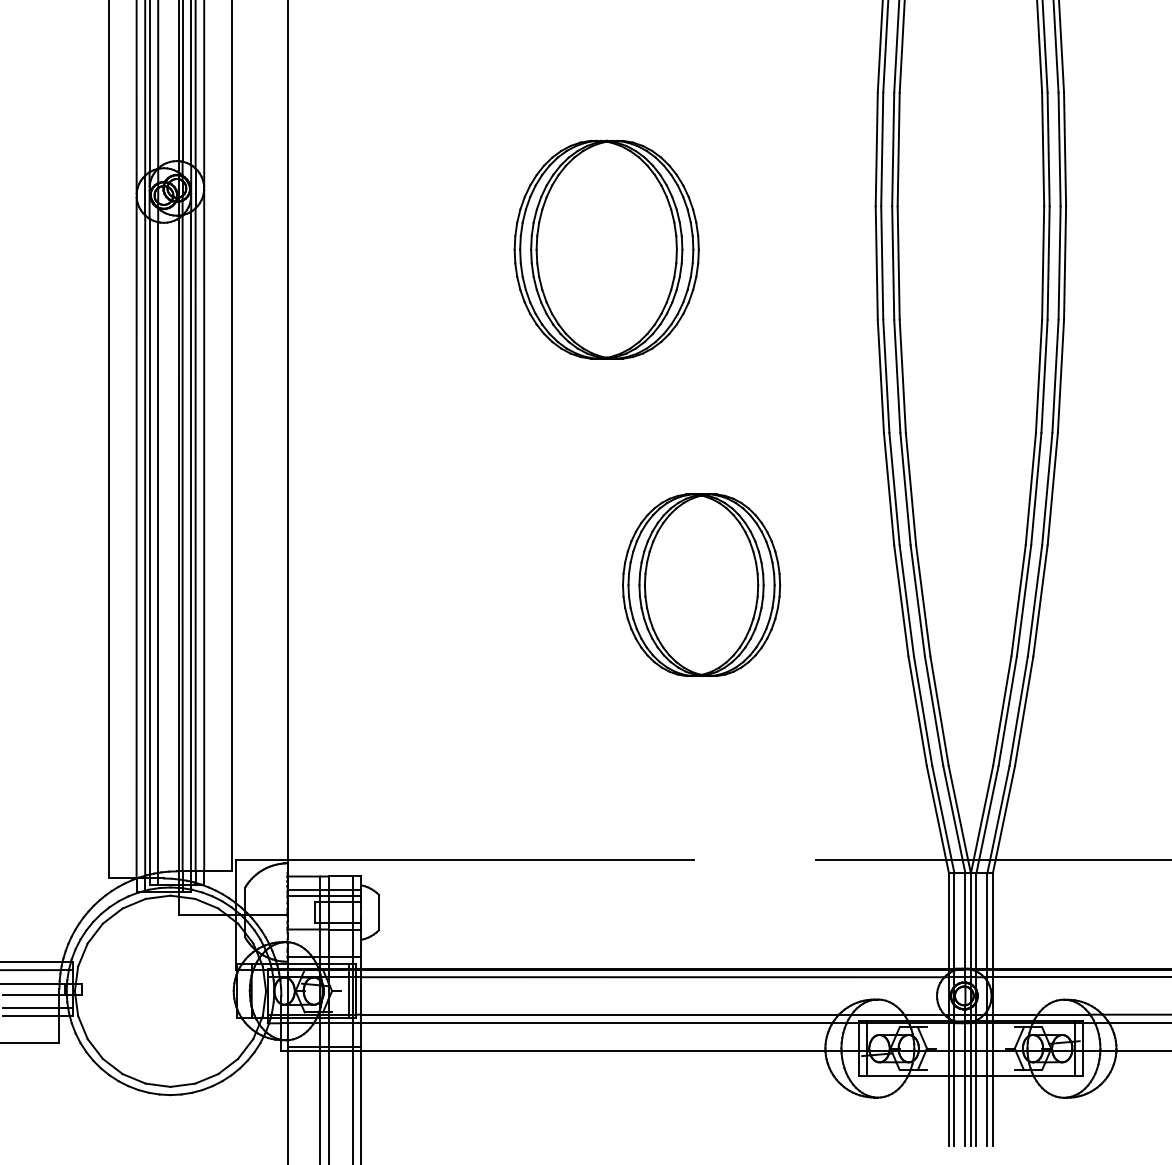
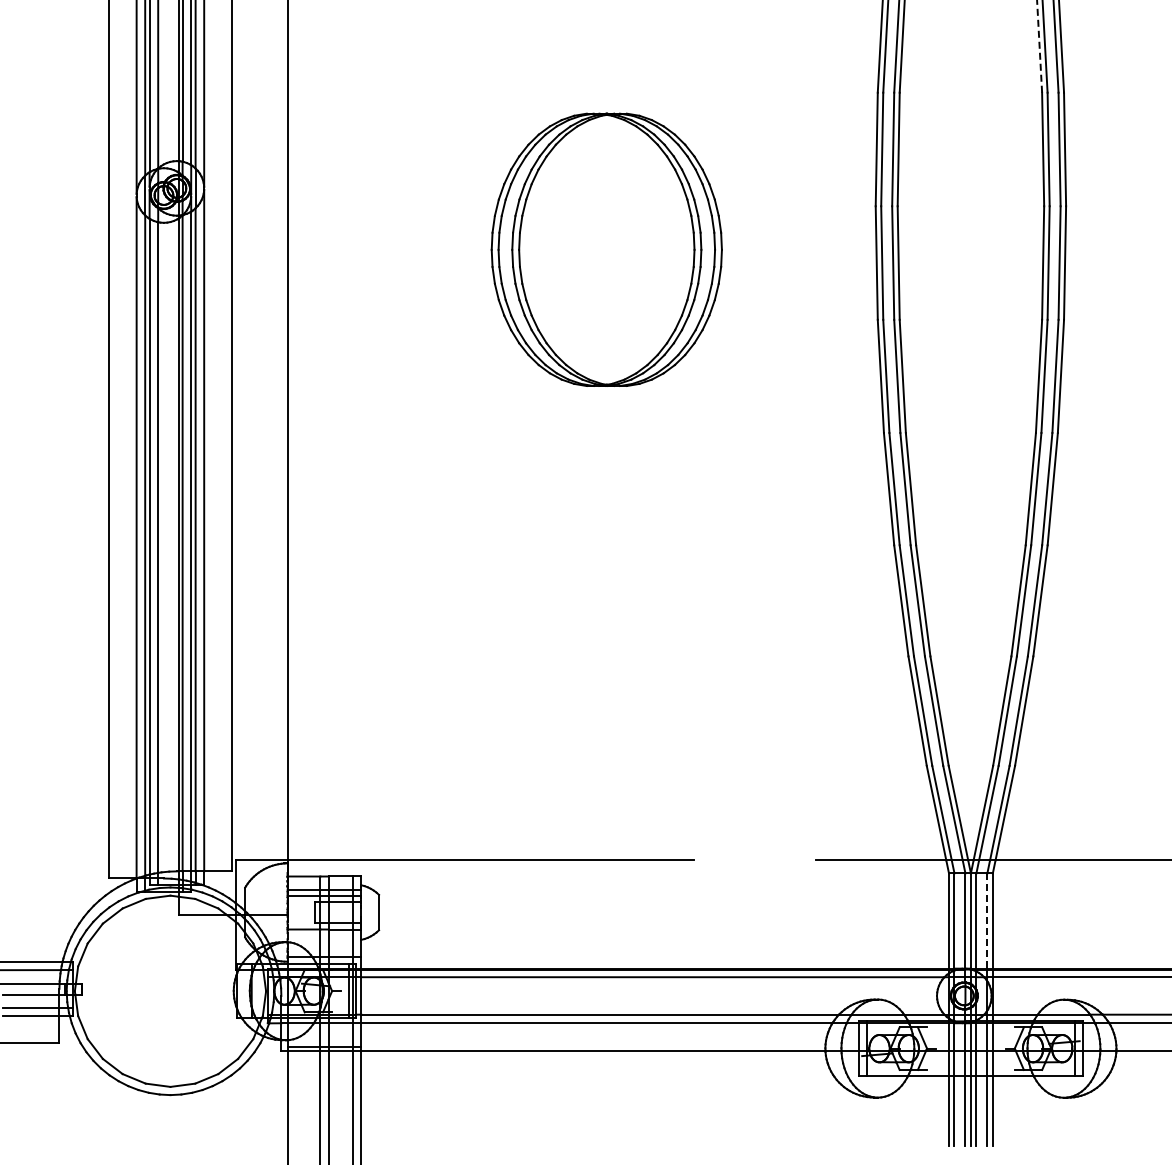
line at (1039, 46): solid -> dashed
part at (606, 249) size: 187x221 px -> 233x275 px
part at (701, 584): present -> none
line at (987, 921): solid -> dashed
